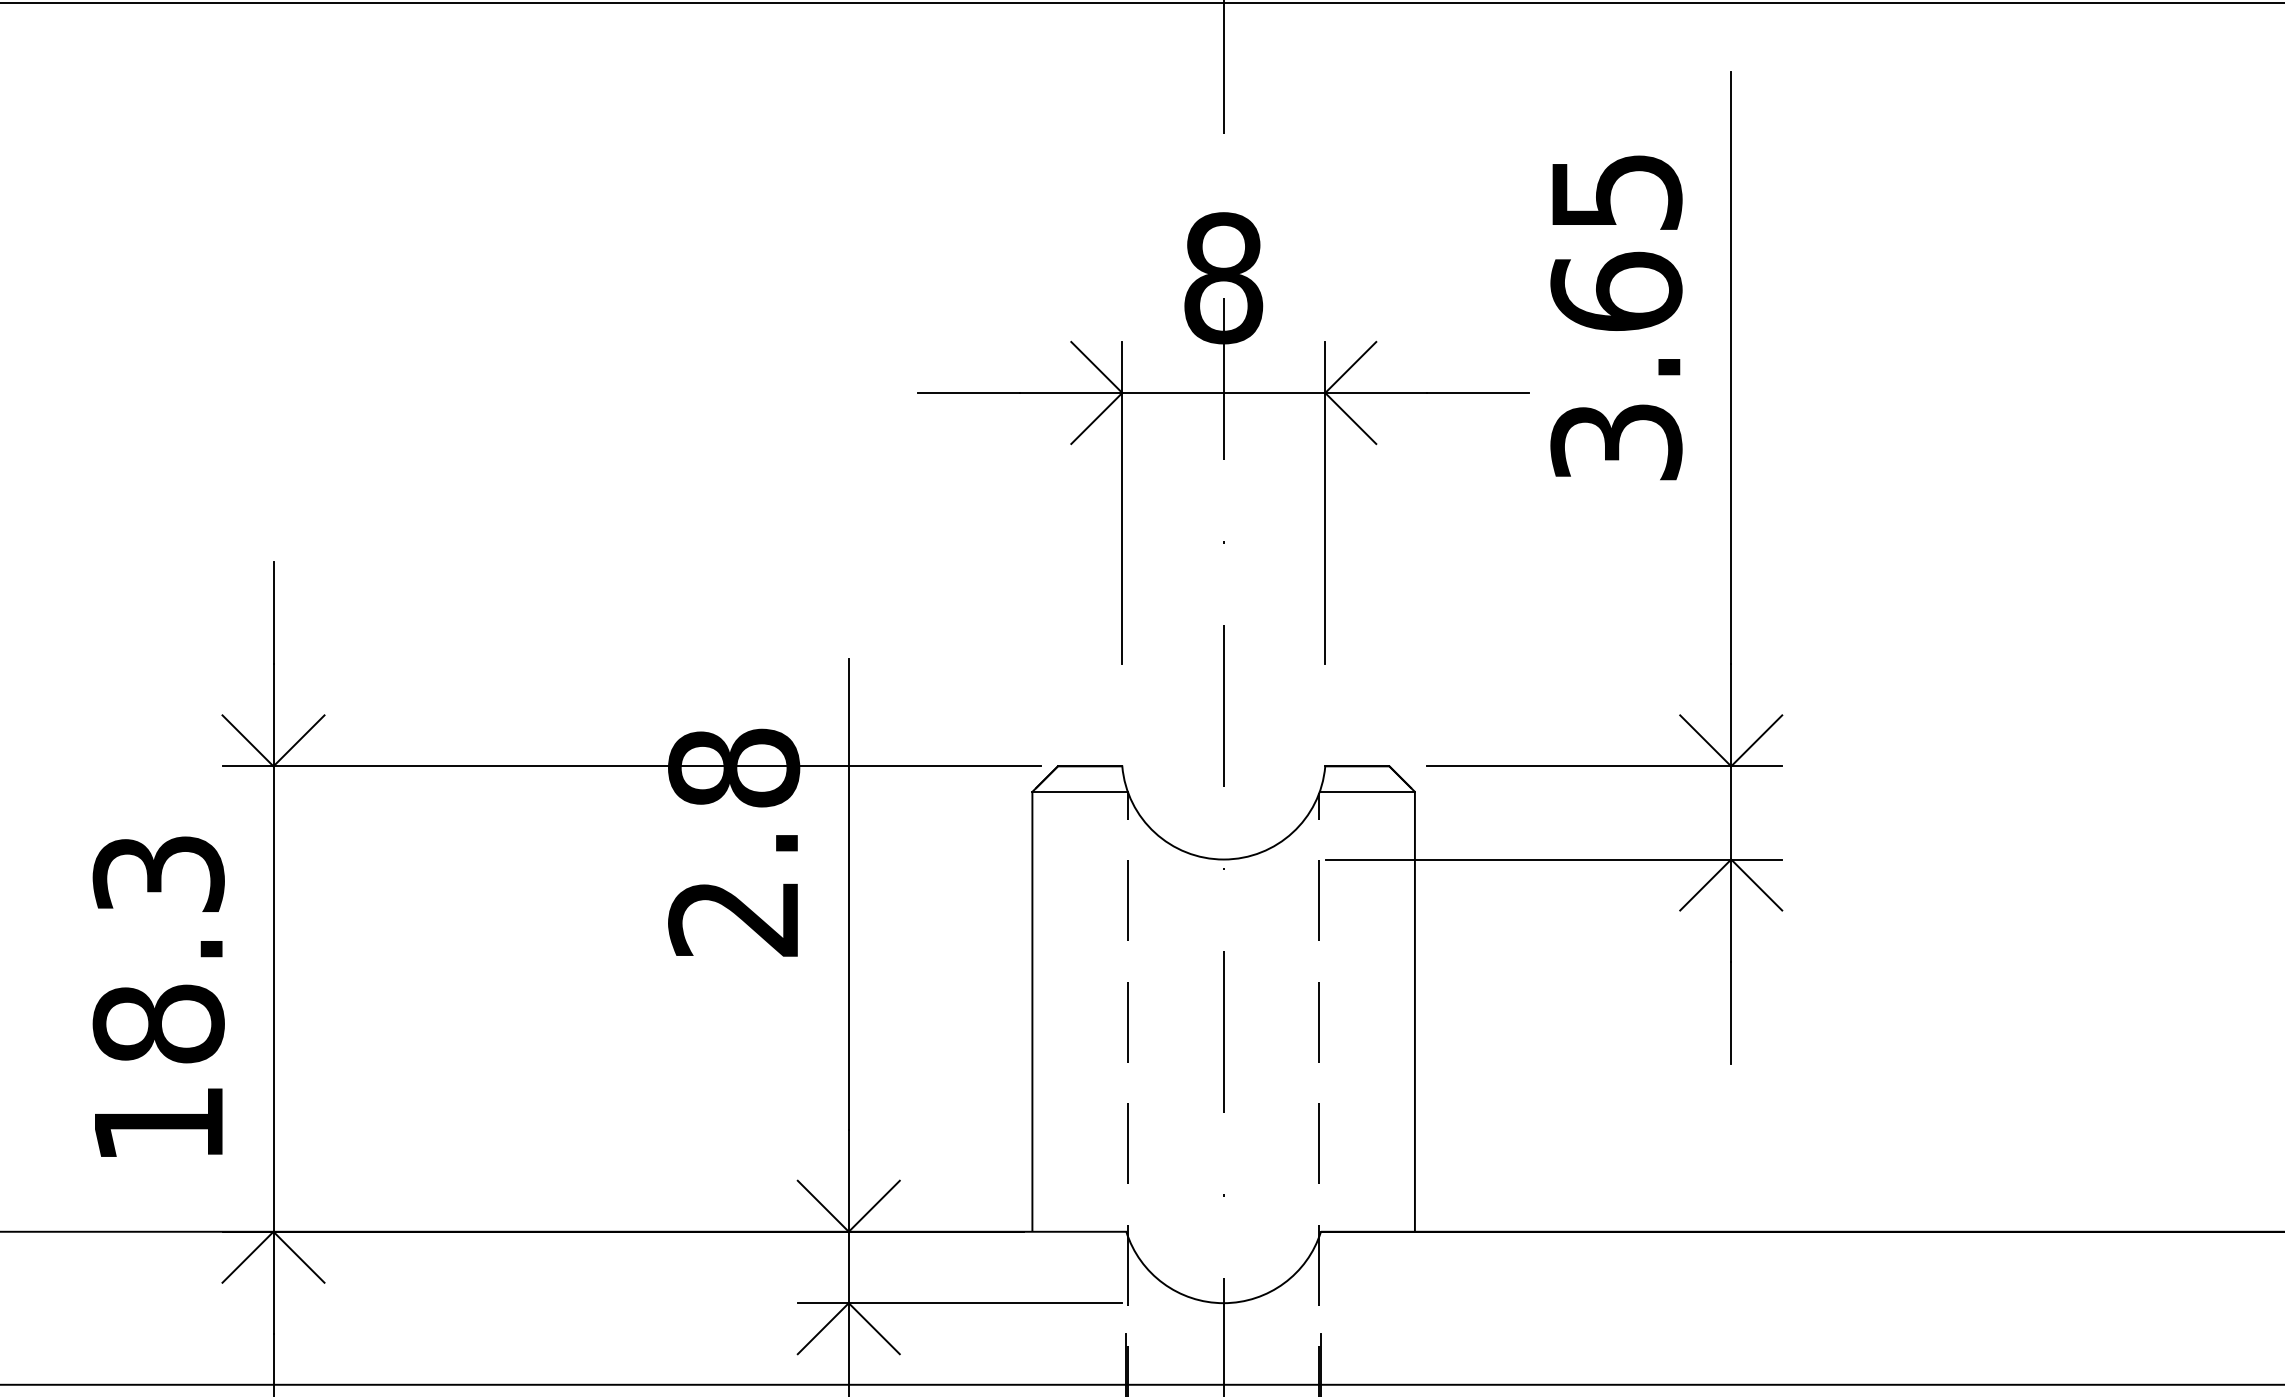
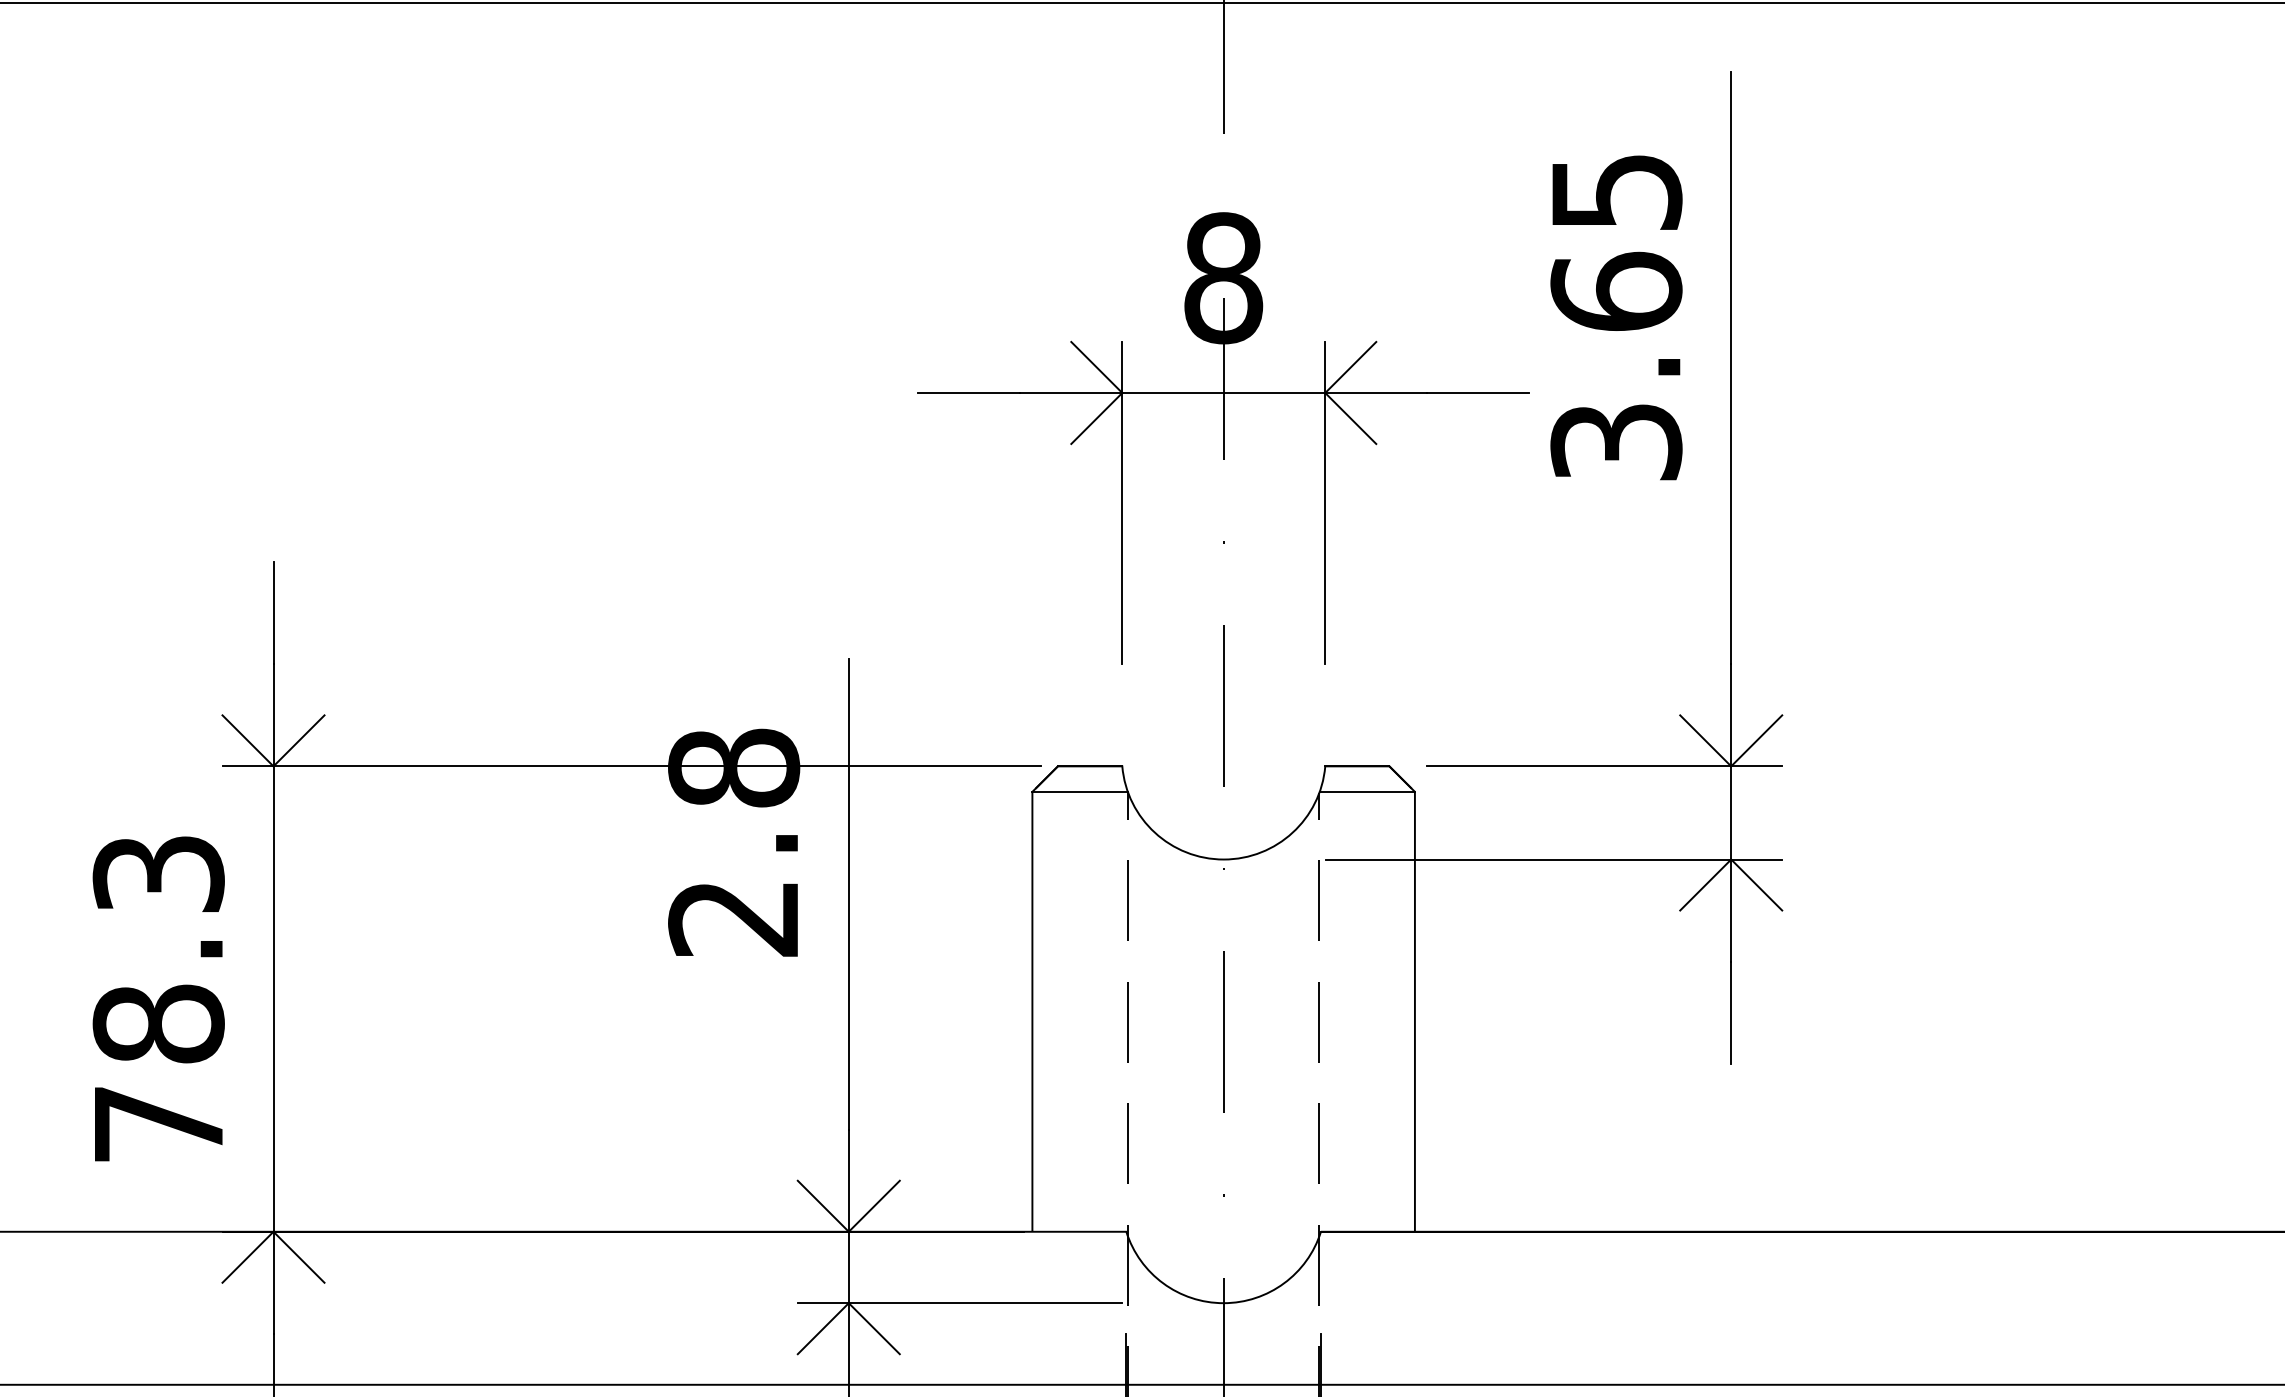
text at (158, 1124): 18.3 -> 78.3
